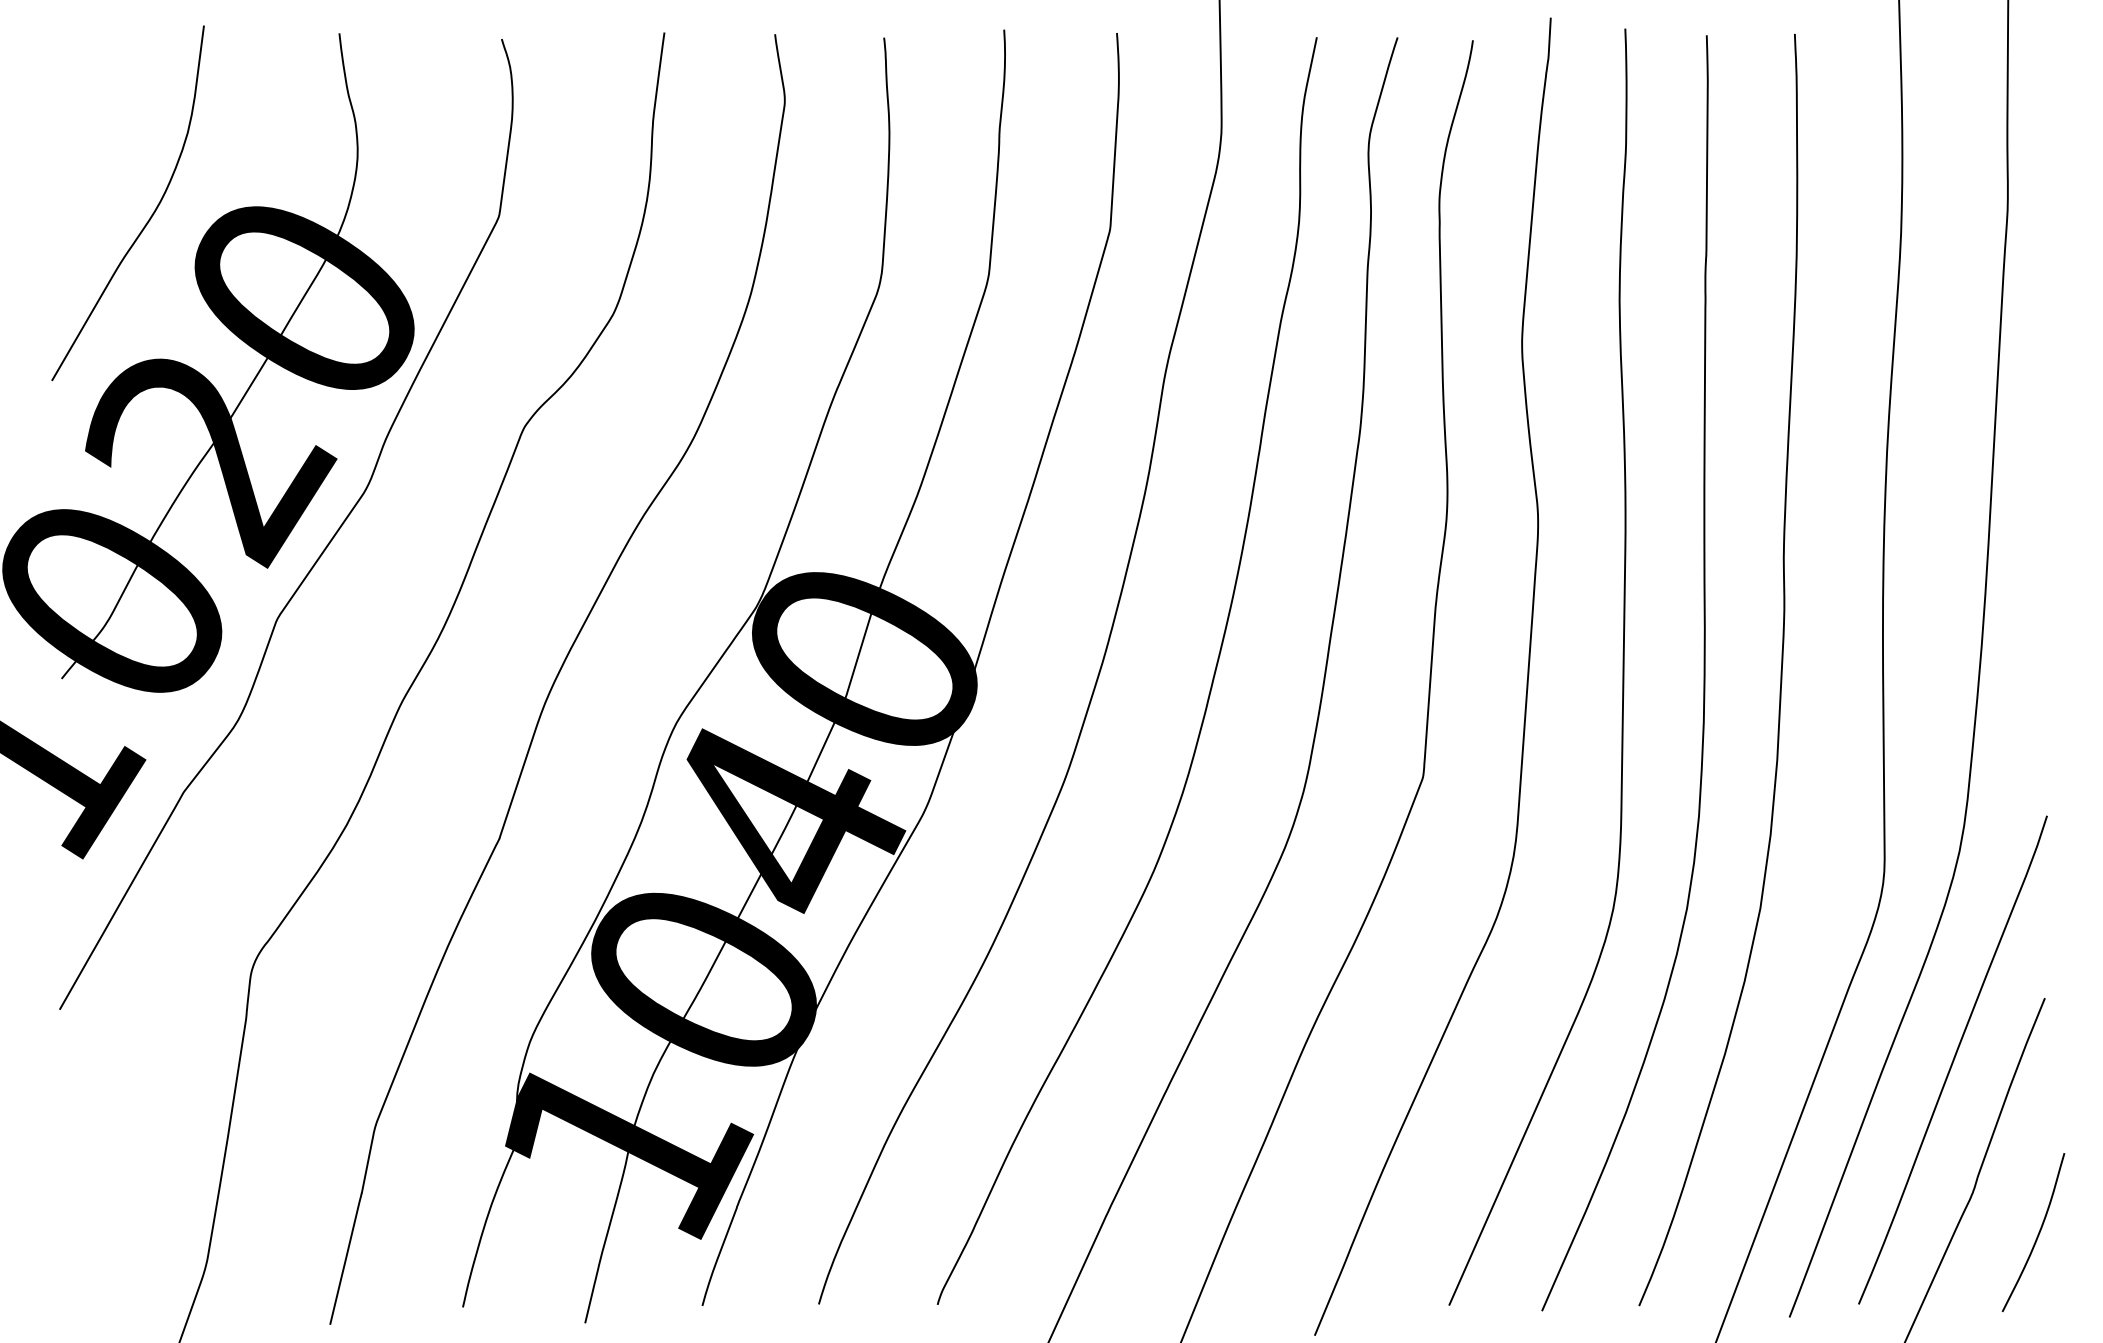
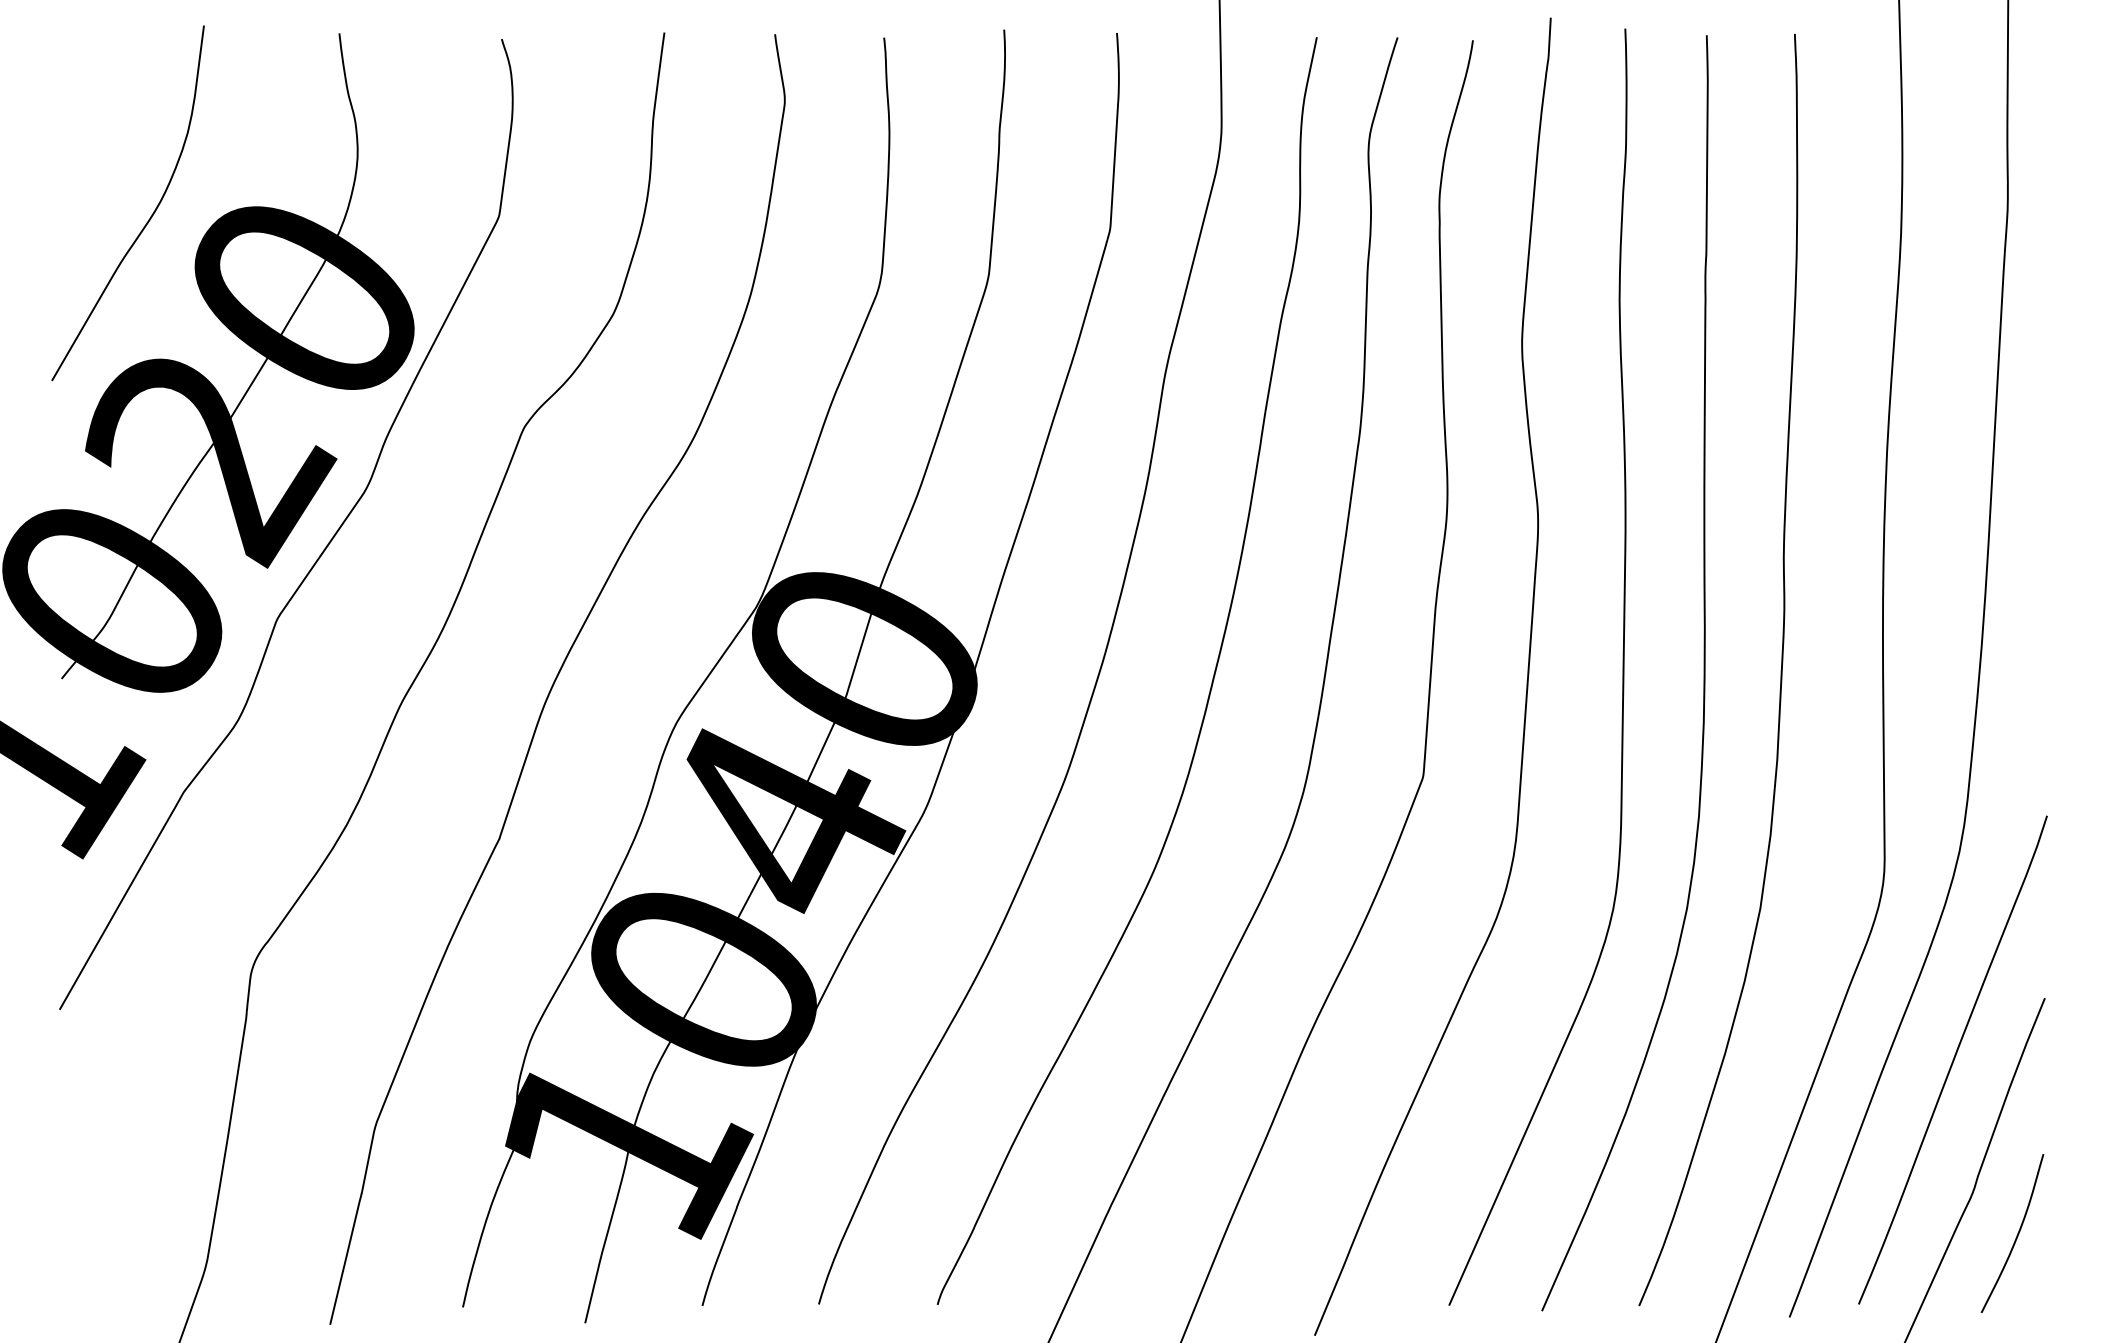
curve at (2037, 1234) position: (2037, 1234) -> (2016, 1235)
